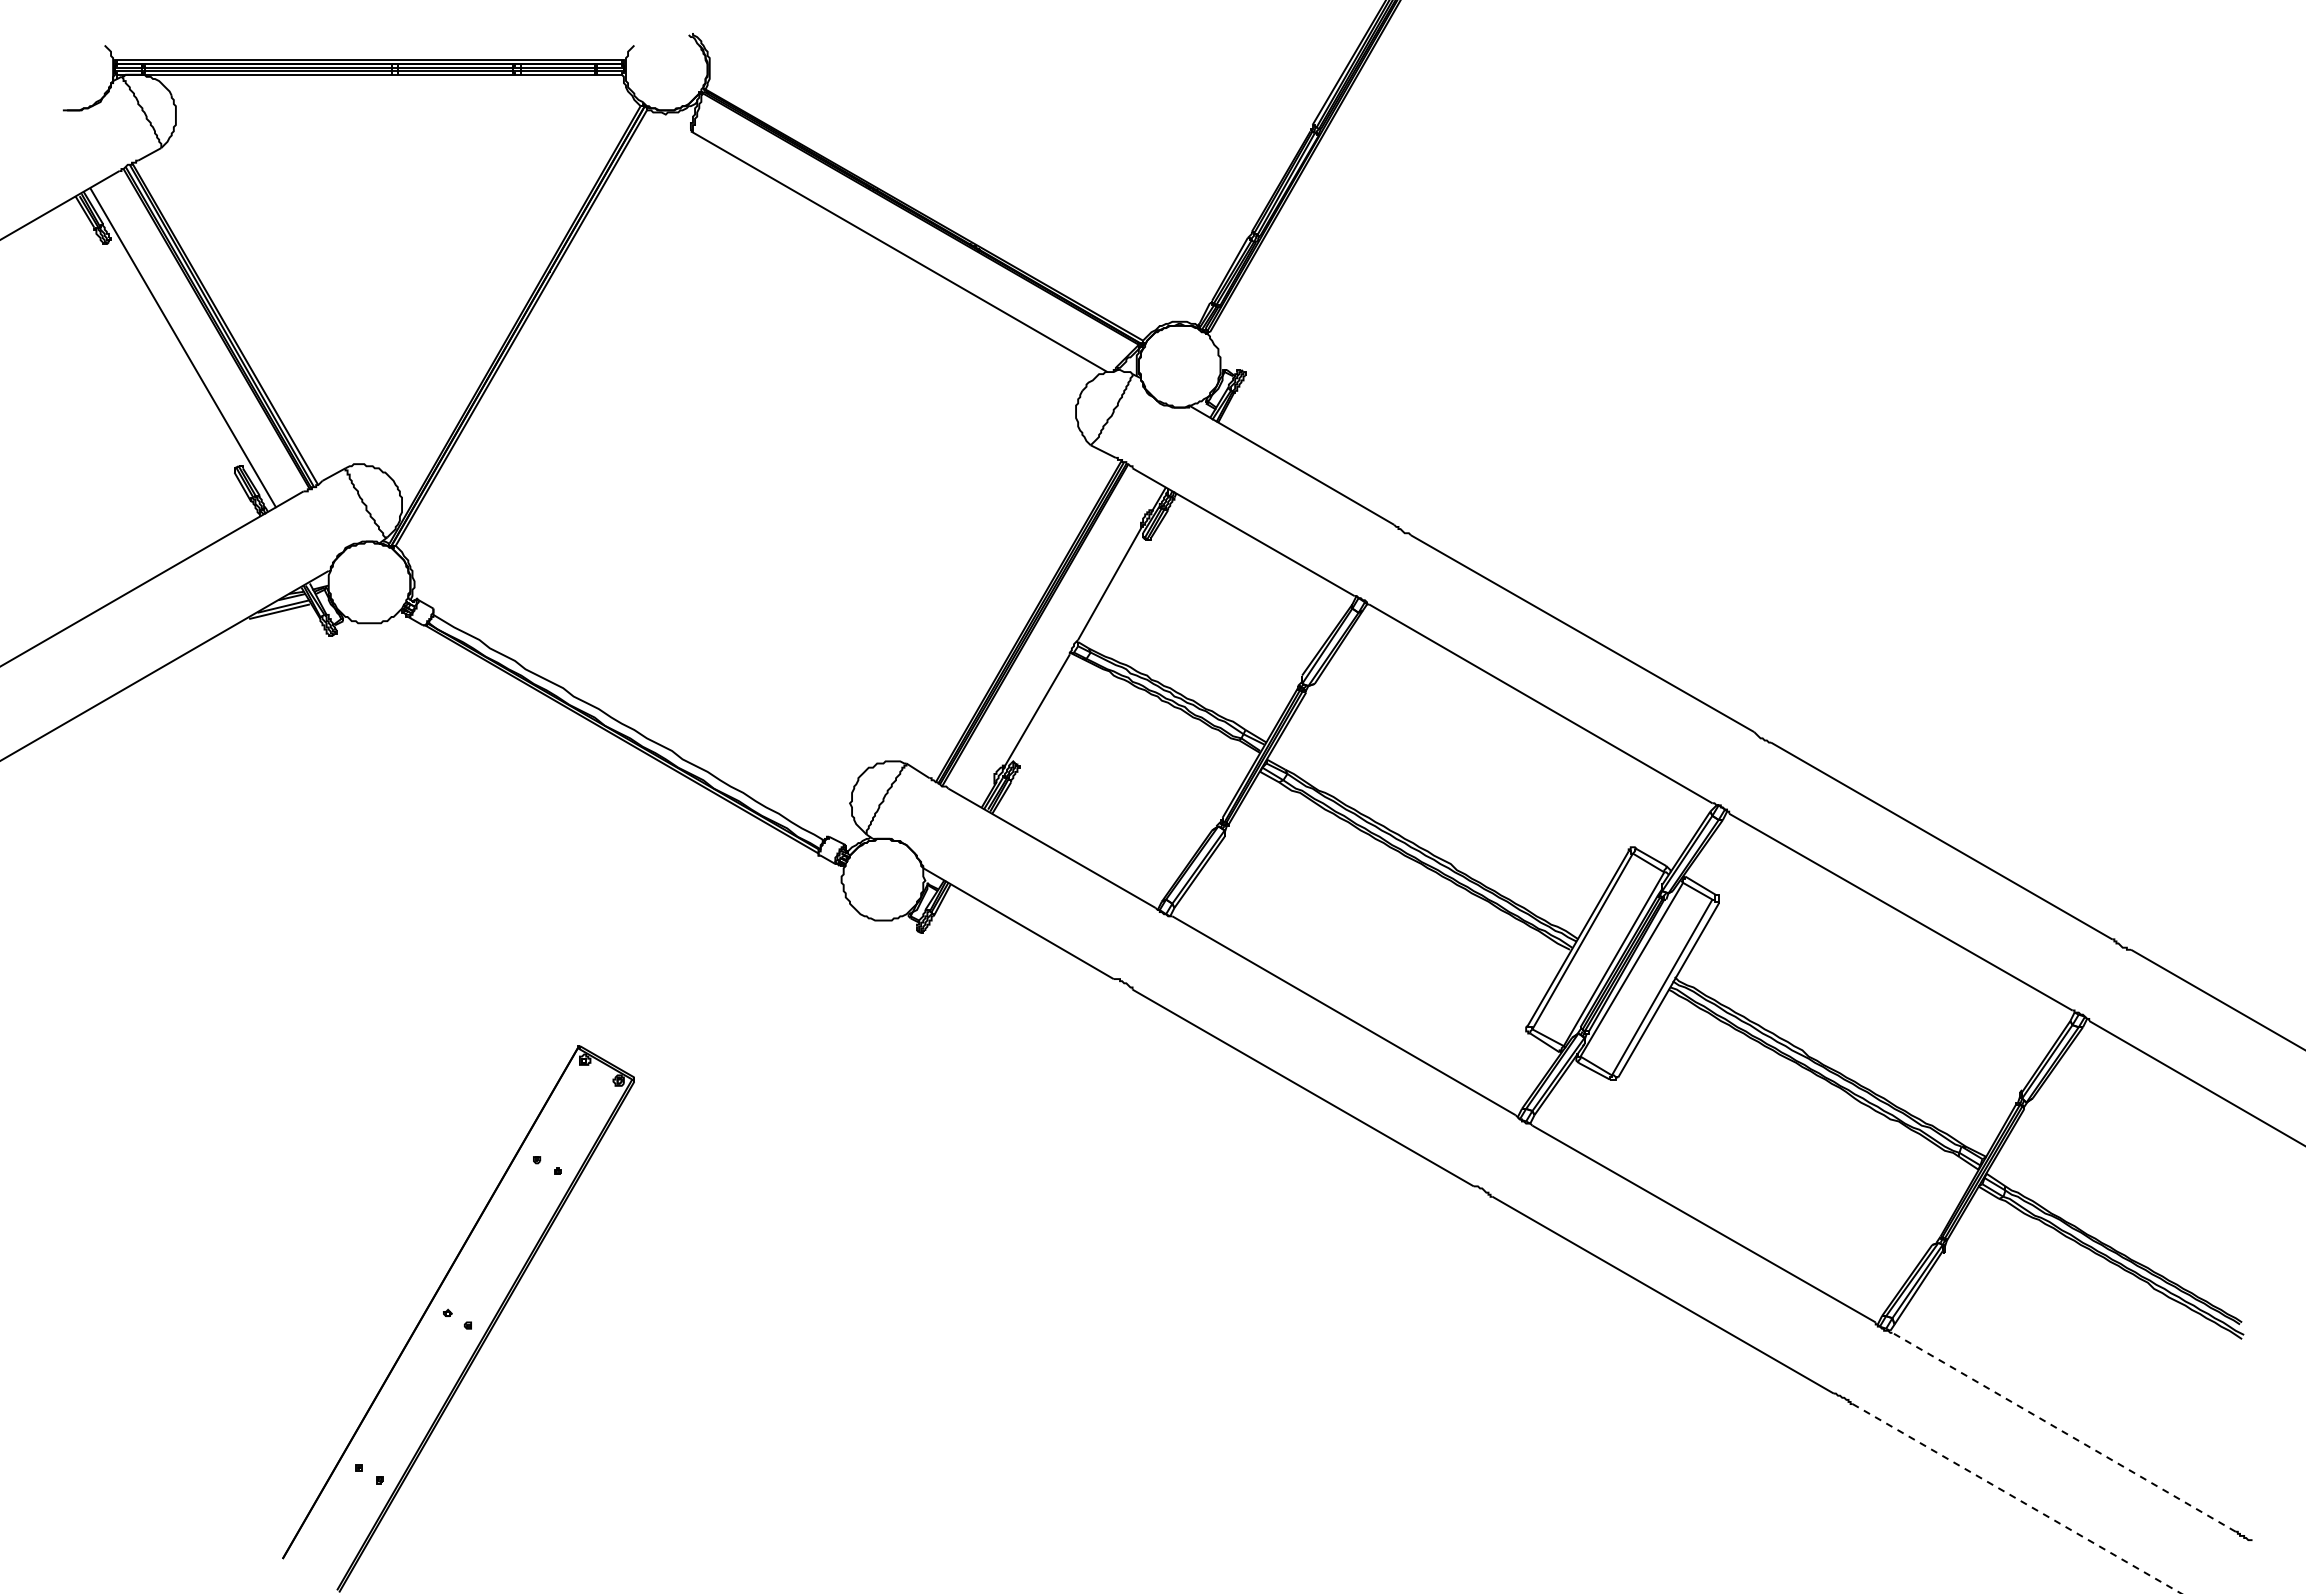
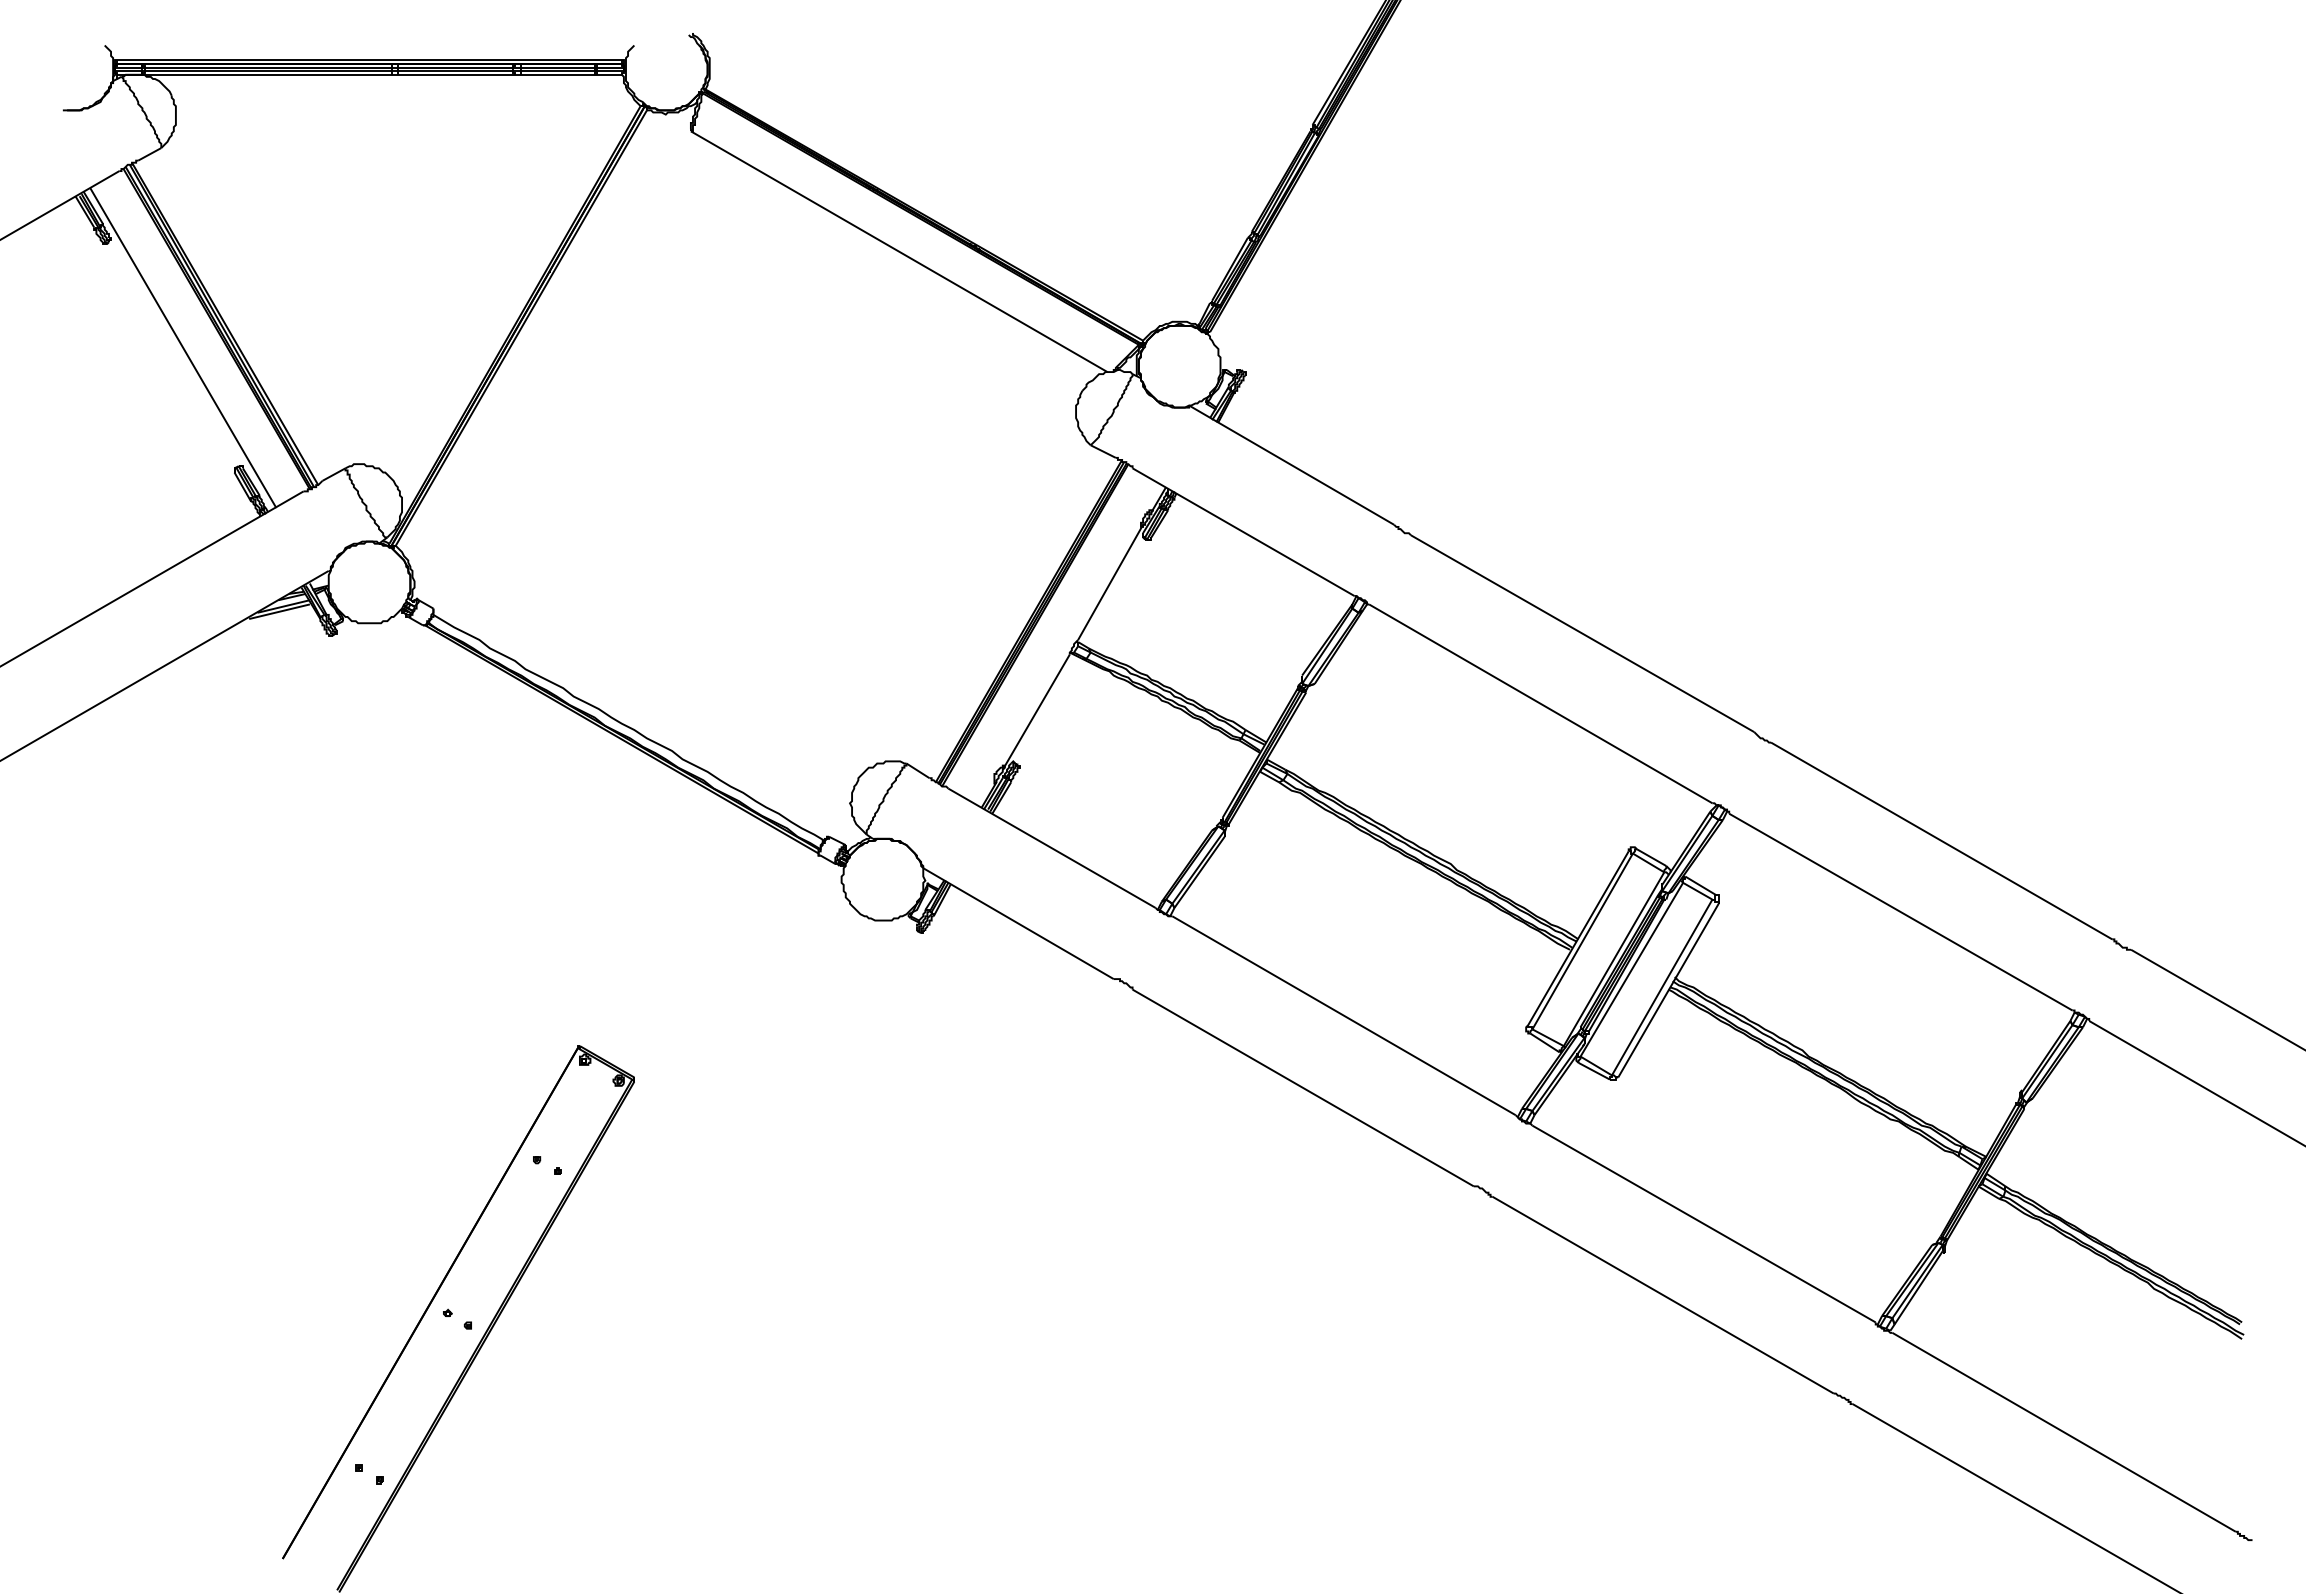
line at (2063, 1432): dashed -> solid
line at (2017, 1498): dashed -> solid
